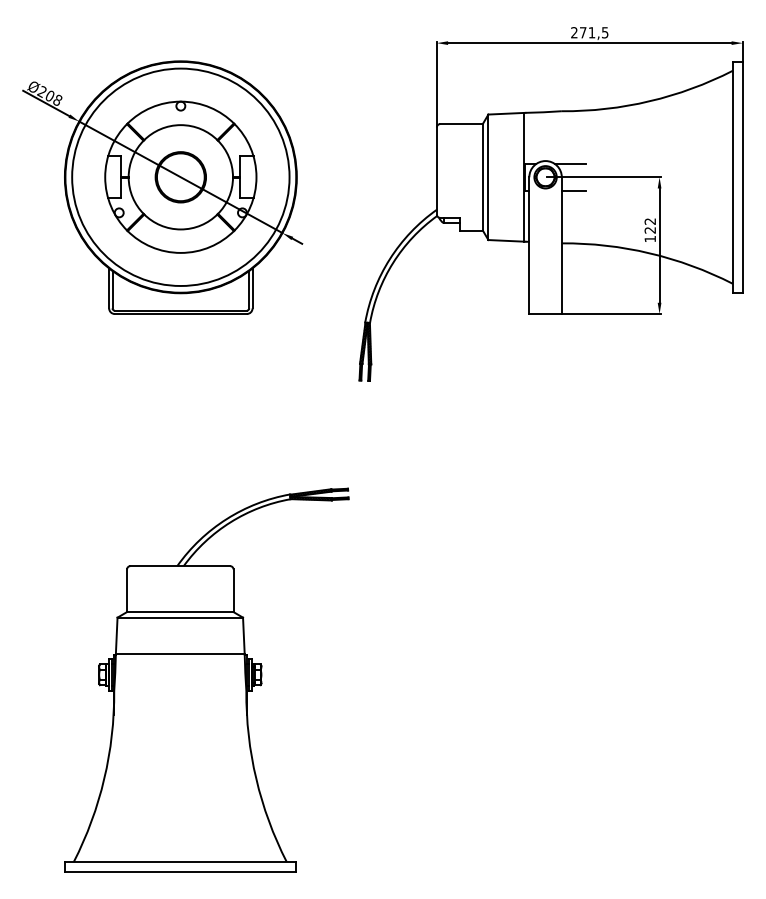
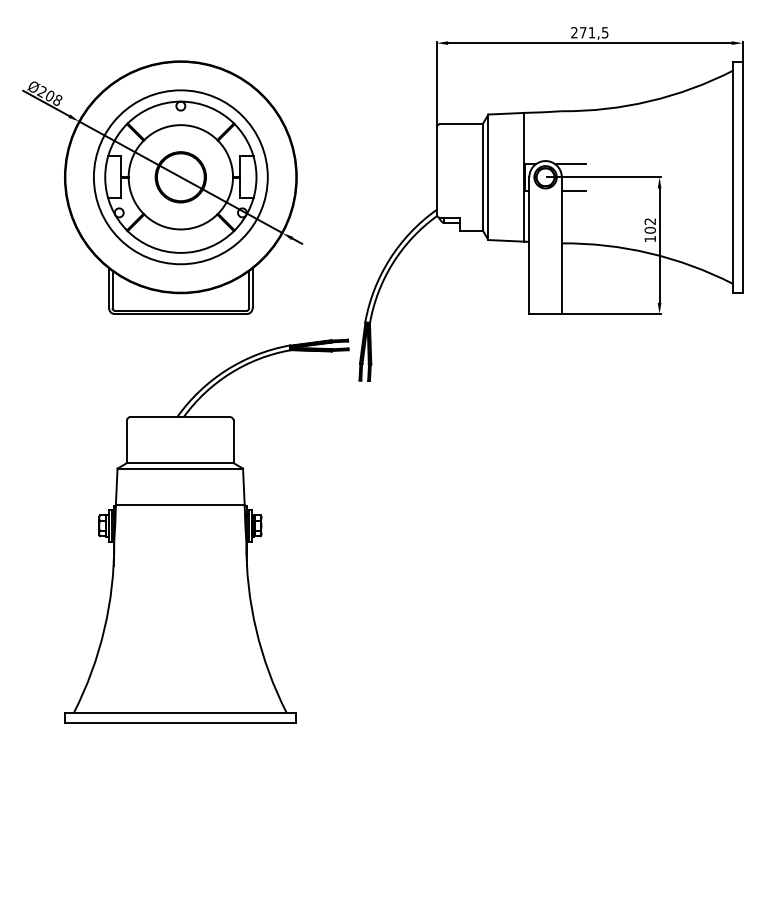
circle at (180, 176) diameter: 217 px -> 174 px
text at (650, 229): 122 -> 102
part at (206, 679) position: (206, 679) -> (206, 530)
